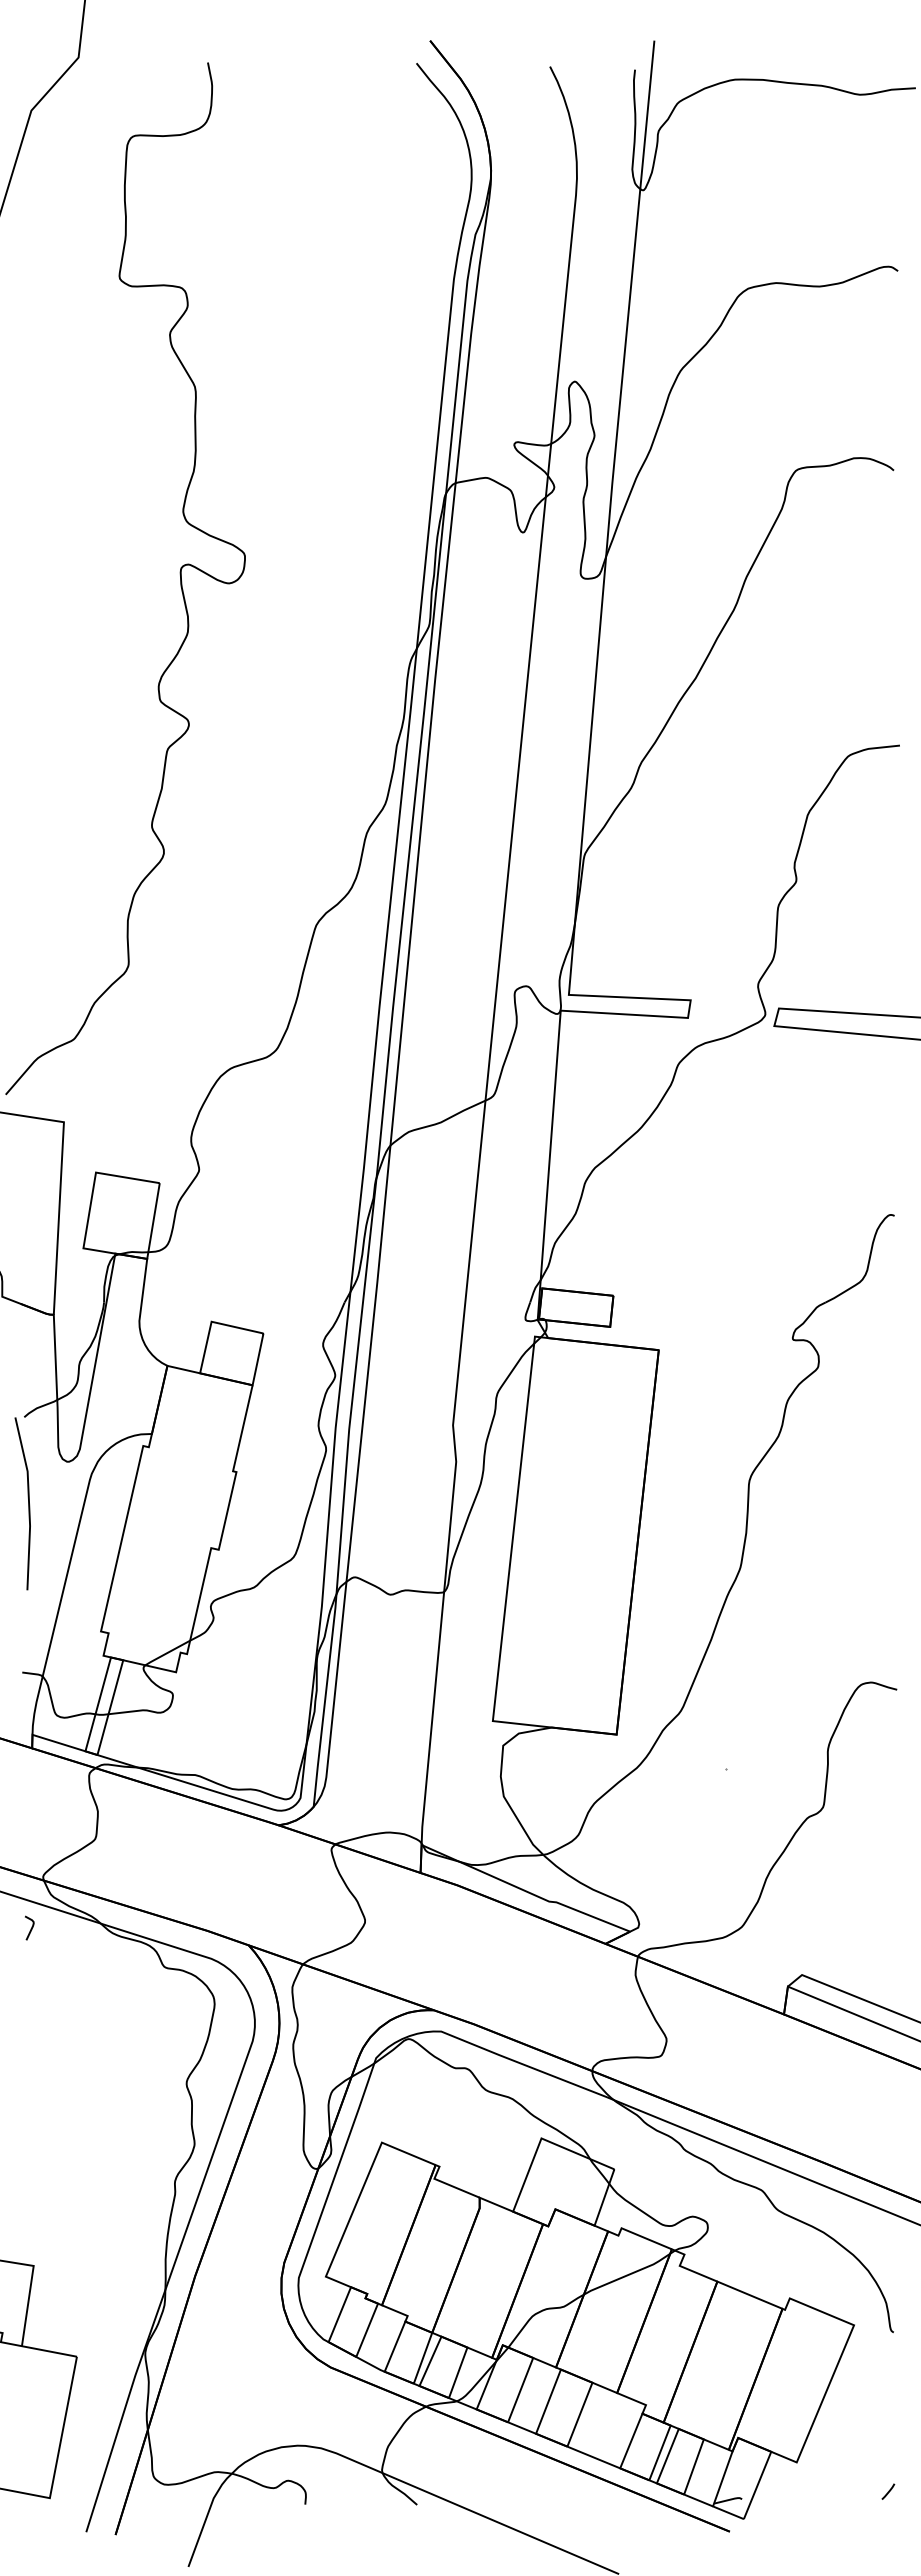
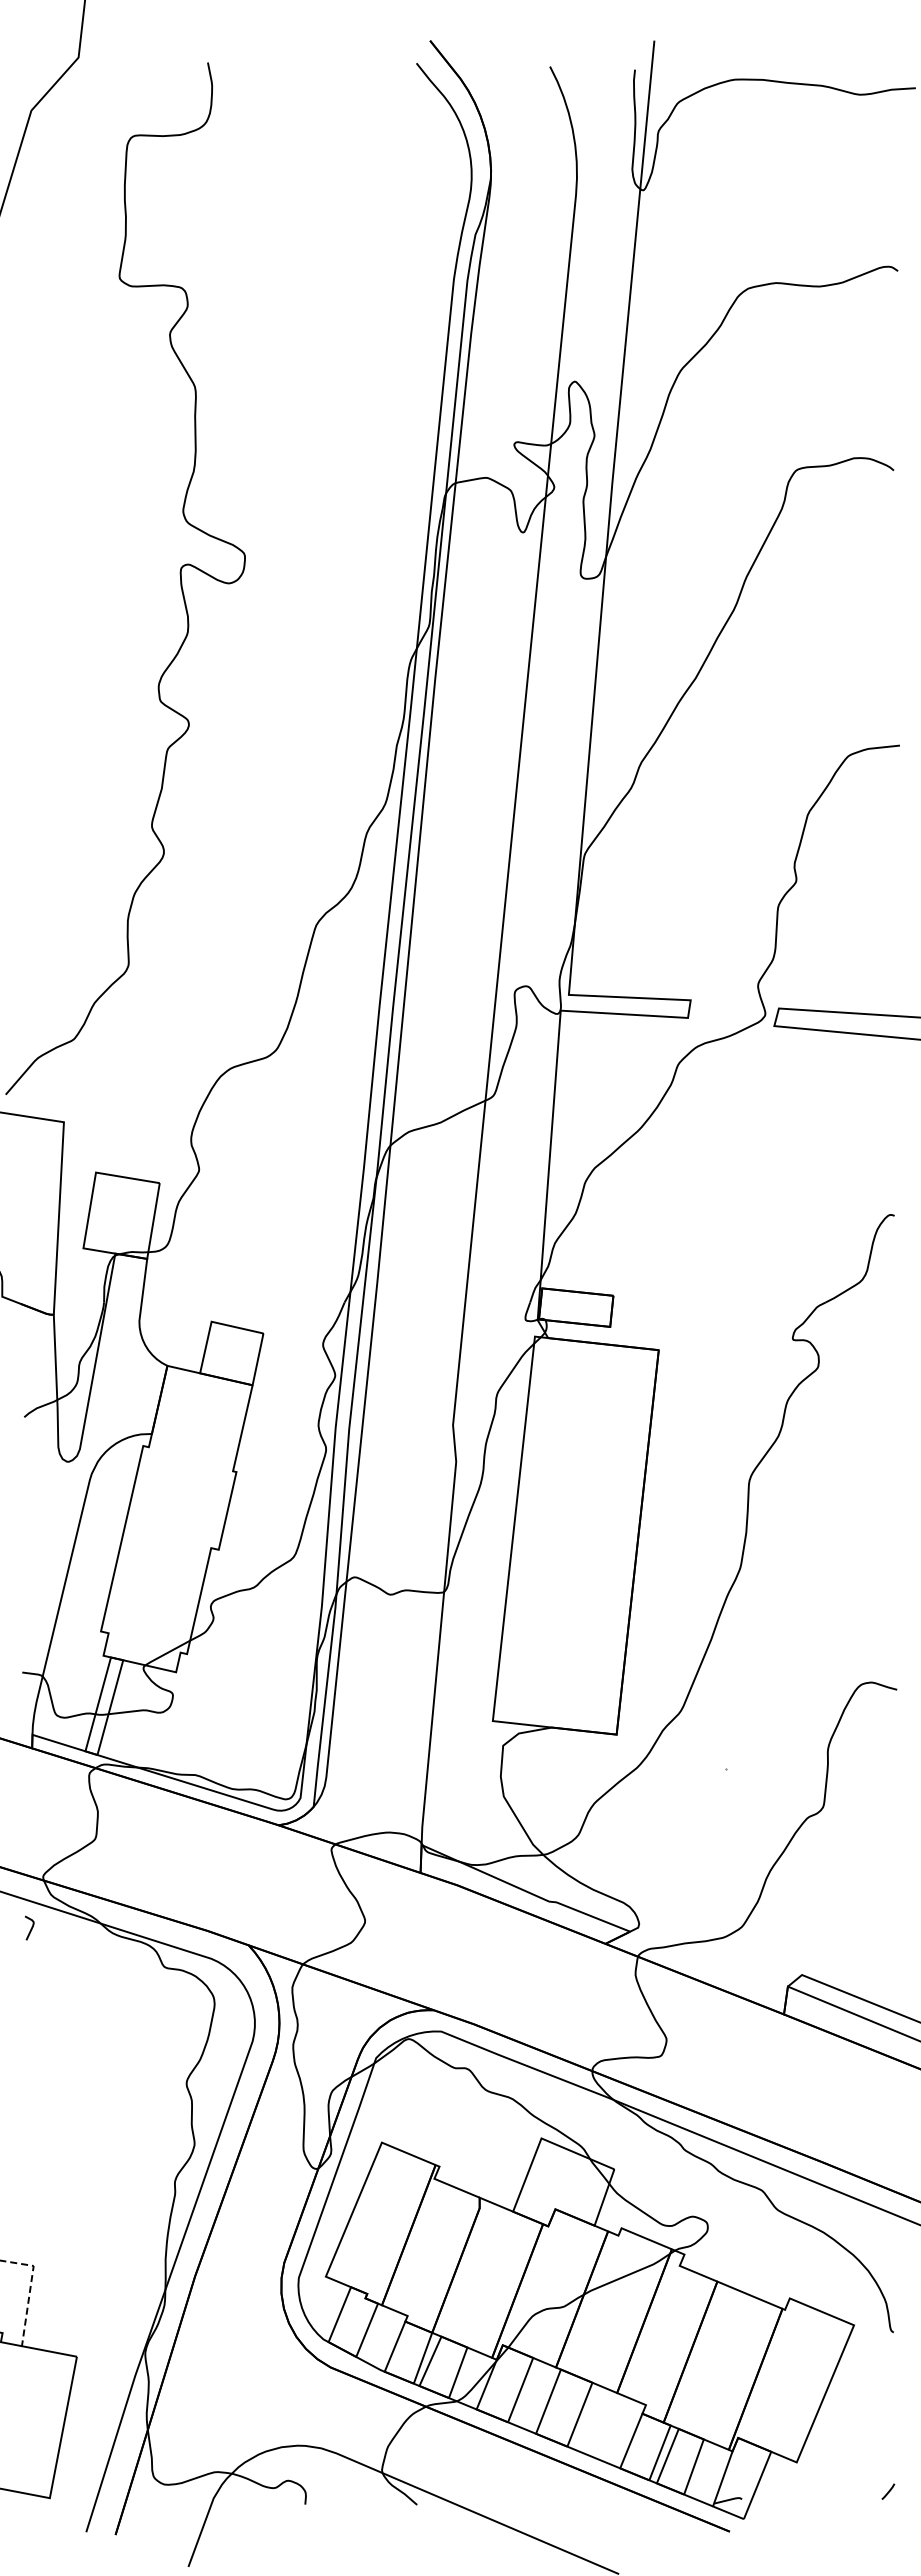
line at (28, 1503): present -> none
line at (30, 2289): solid -> dashed
